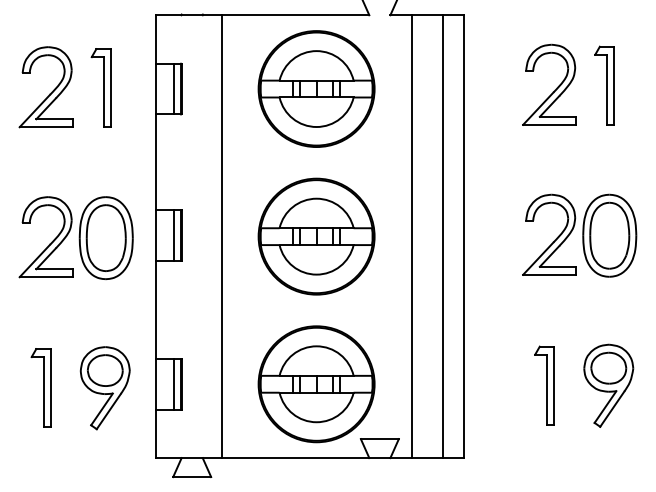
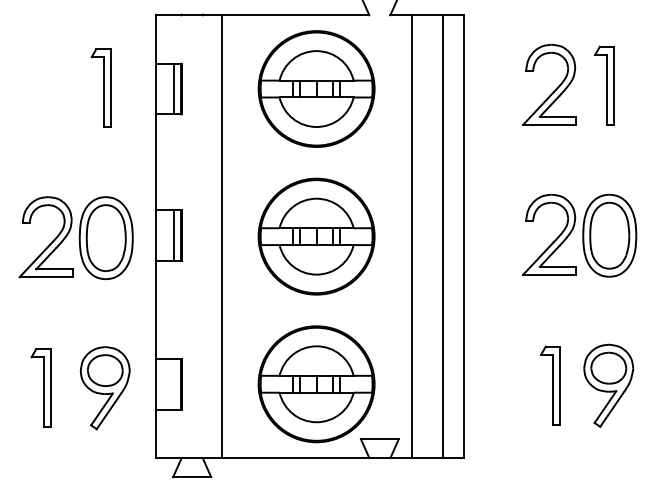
part at (50, 92): present -> none
line at (174, 383): present -> none
part at (544, 385) position: (544, 385) -> (550, 385)
